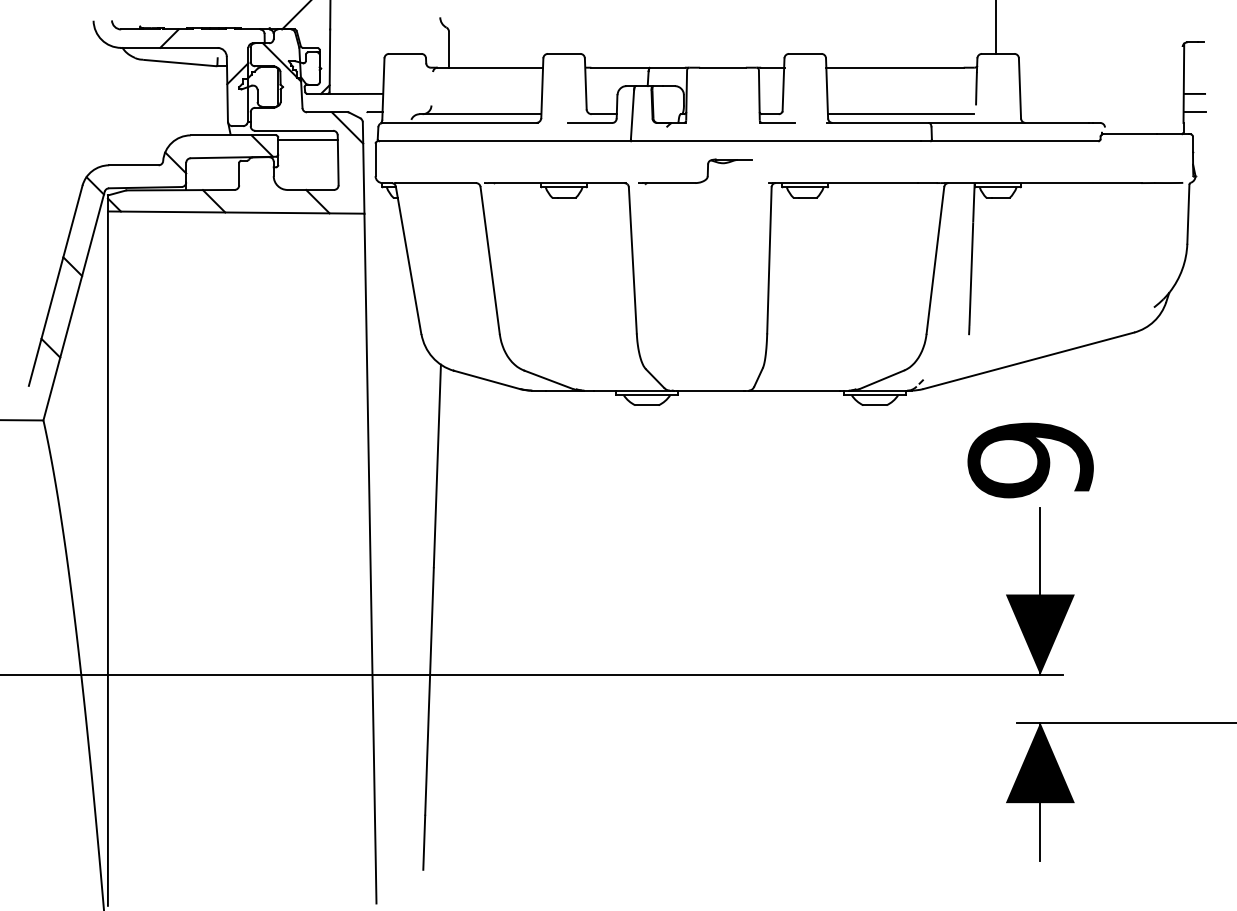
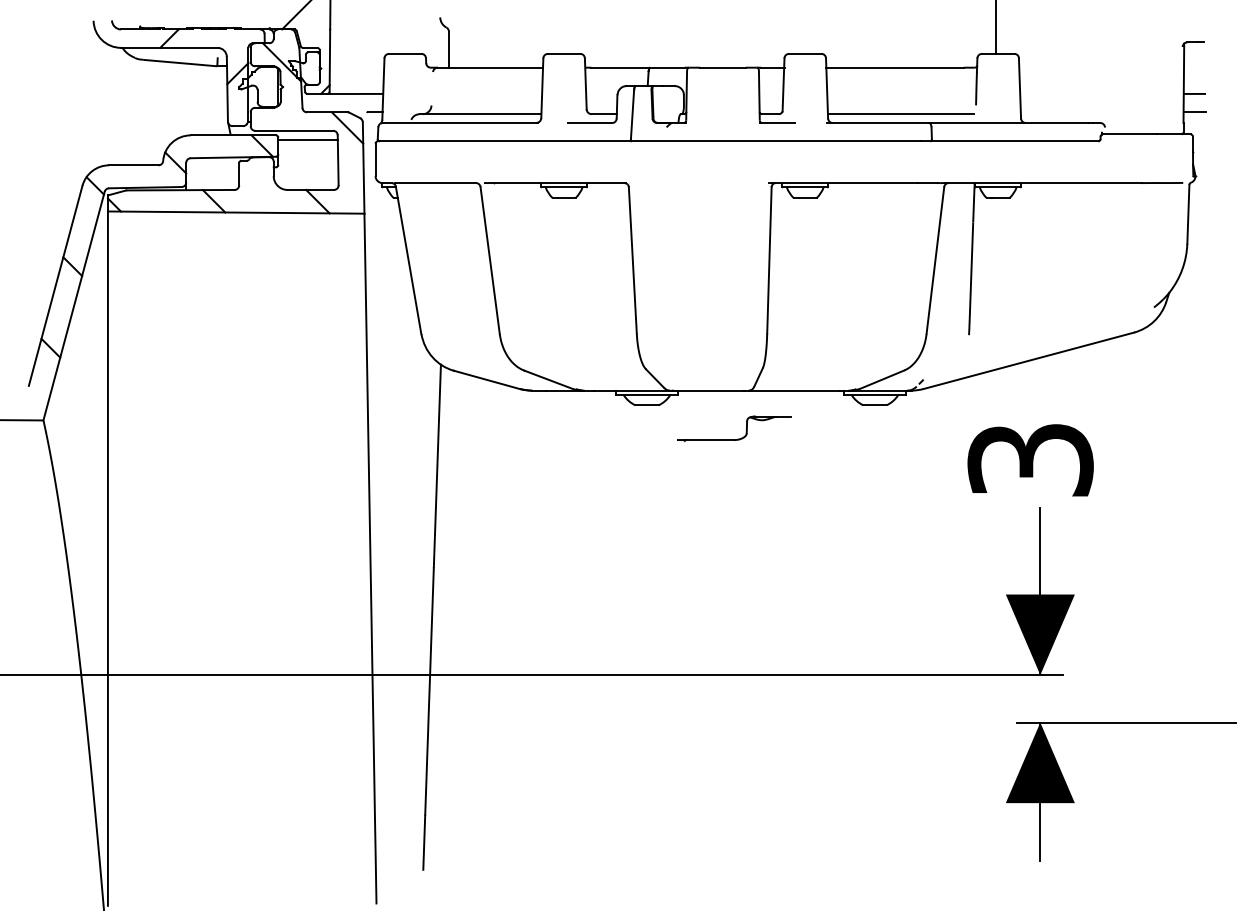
part at (698, 181) position: (698, 181) -> (737, 438)
text at (1030, 460): 9 -> 3
